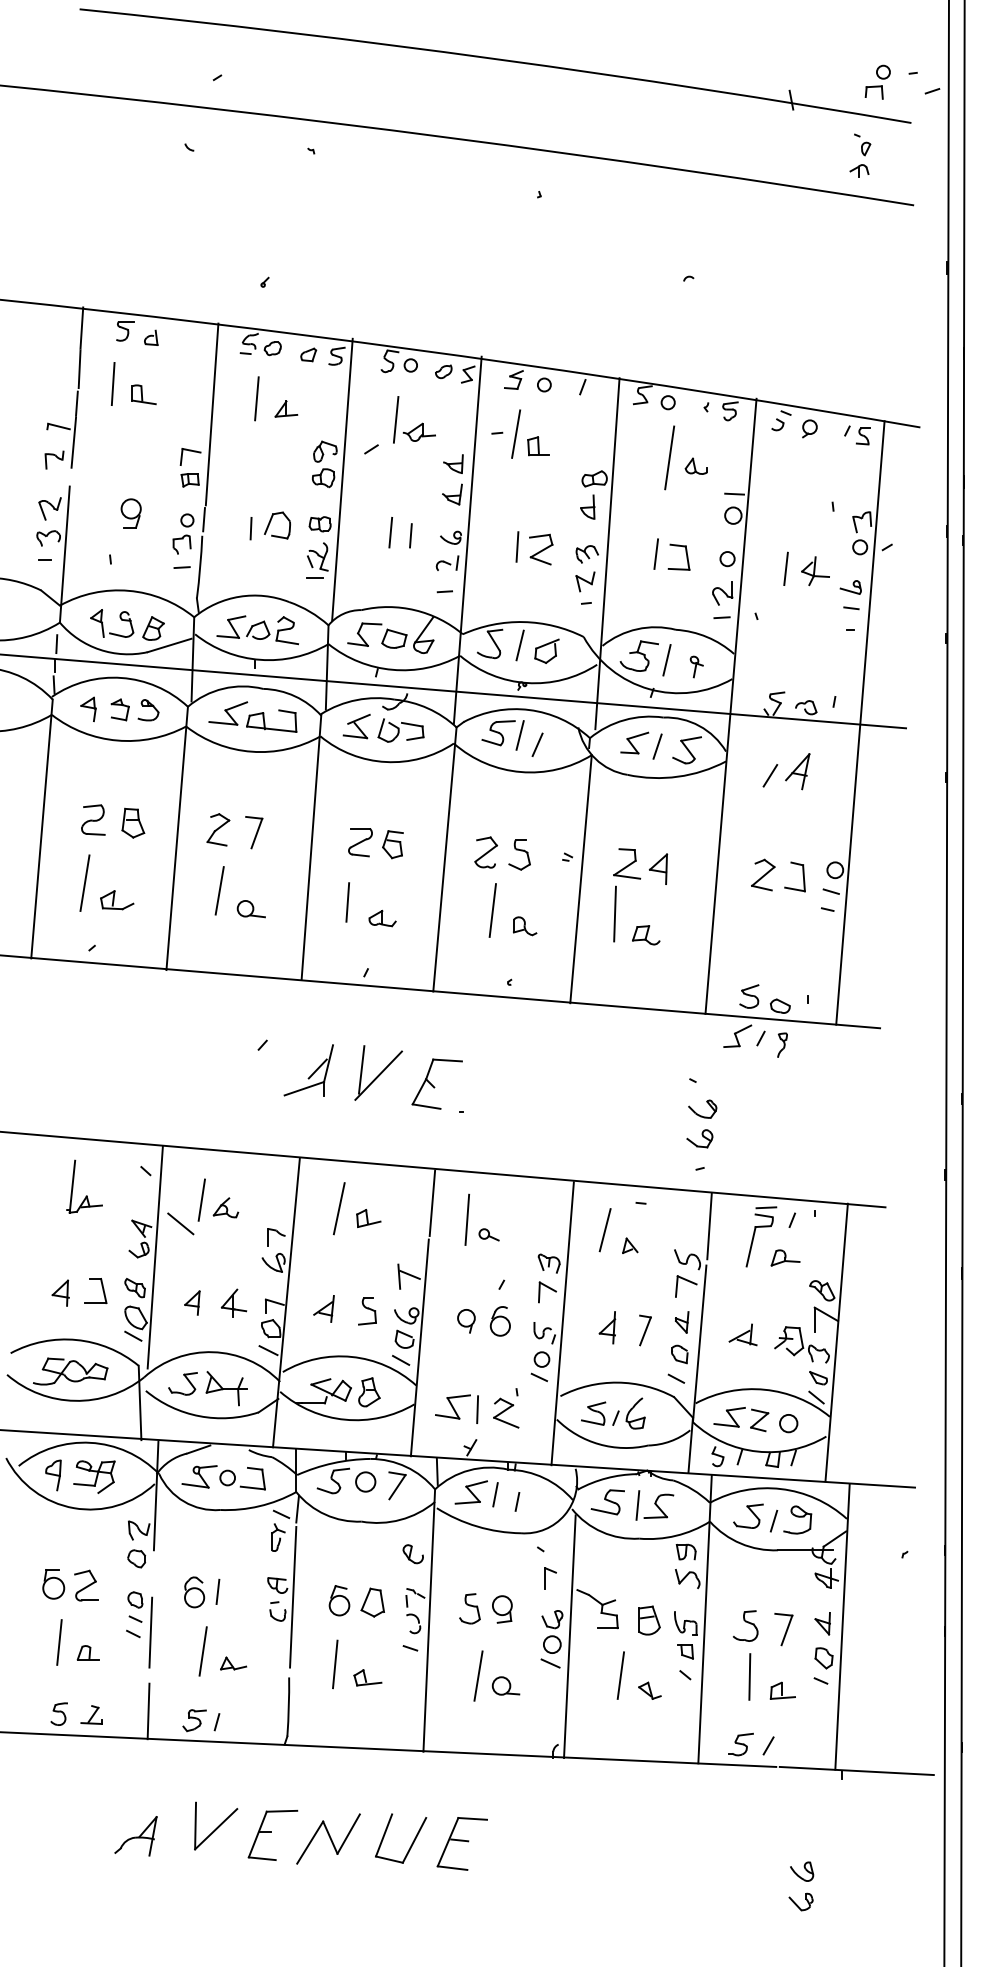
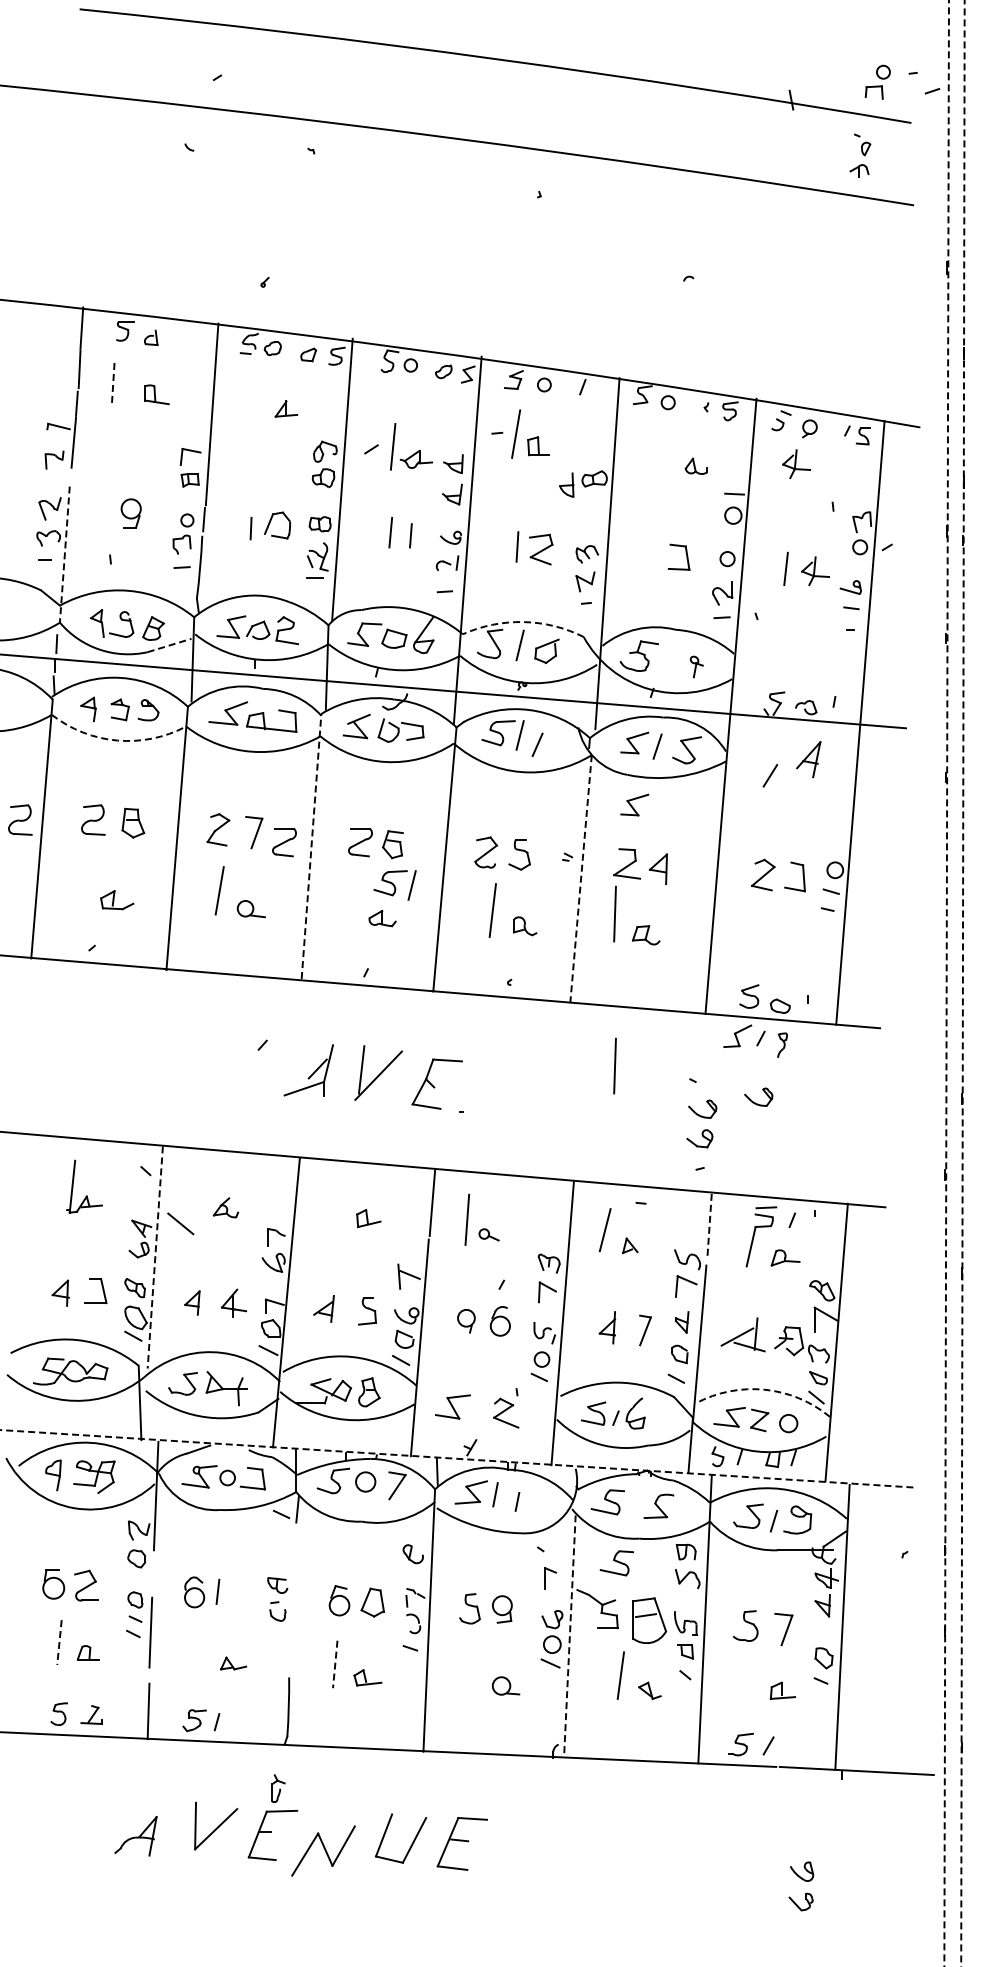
line at (113, 384): solid -> dashed
part at (143, 394) position: (143, 394) -> (156, 394)
line at (256, 398): present -> none
part at (419, 424) position: (419, 424) -> (416, 451)
line at (669, 457): present -> none
part at (796, 464): none -> present
part at (587, 506) position: (587, 506) -> (566, 484)
line at (656, 553): present -> none
line at (64, 555): solid -> dashed
arc at (523, 622): solid -> dashed
line at (169, 645): solid -> dashed
line at (666, 660): present -> none
arc at (117, 740): solid -> dashed
part at (797, 771) position: (797, 771) -> (808, 759)
part at (634, 804): none -> present
part at (20, 819): none -> present
part at (284, 842): none -> present
line at (311, 846): solid -> dashed
line at (581, 879): solid -> dashed
line at (84, 882): present -> none
part at (394, 885): none -> present
line at (347, 902): present -> none
line at (962, 982): solid -> dashed
line at (946, 983): solid -> dashed
line at (614, 1065): none -> present
part at (755, 1102): none -> present
line at (201, 1199): present -> none
line at (338, 1208): present -> none
line at (709, 1226): solid -> dashed
line at (155, 1257): solid -> dashed
part at (742, 1334) size: 30x24 px -> 46x36 px
arc at (764, 1389): solid -> dashed
line at (477, 1409): present -> none
line at (458, 1458): solid -> dashed
line at (637, 1505): present -> none
part at (278, 1537) position: (278, 1537) -> (278, 1788)
part at (616, 1563): none -> present
line at (293, 1597): present -> none
part at (649, 1620) size: 23x31 px -> 36x47 px
part at (822, 1623) position: (822, 1623) -> (822, 1605)
line at (569, 1637): solid -> dashed
line at (59, 1643): solid -> dashed
line at (202, 1651): present -> none
line at (335, 1664): solid -> dashed
line at (478, 1675): present -> none
line at (749, 1676): present -> none
part at (328, 1838) position: (328, 1838) -> (323, 1850)
